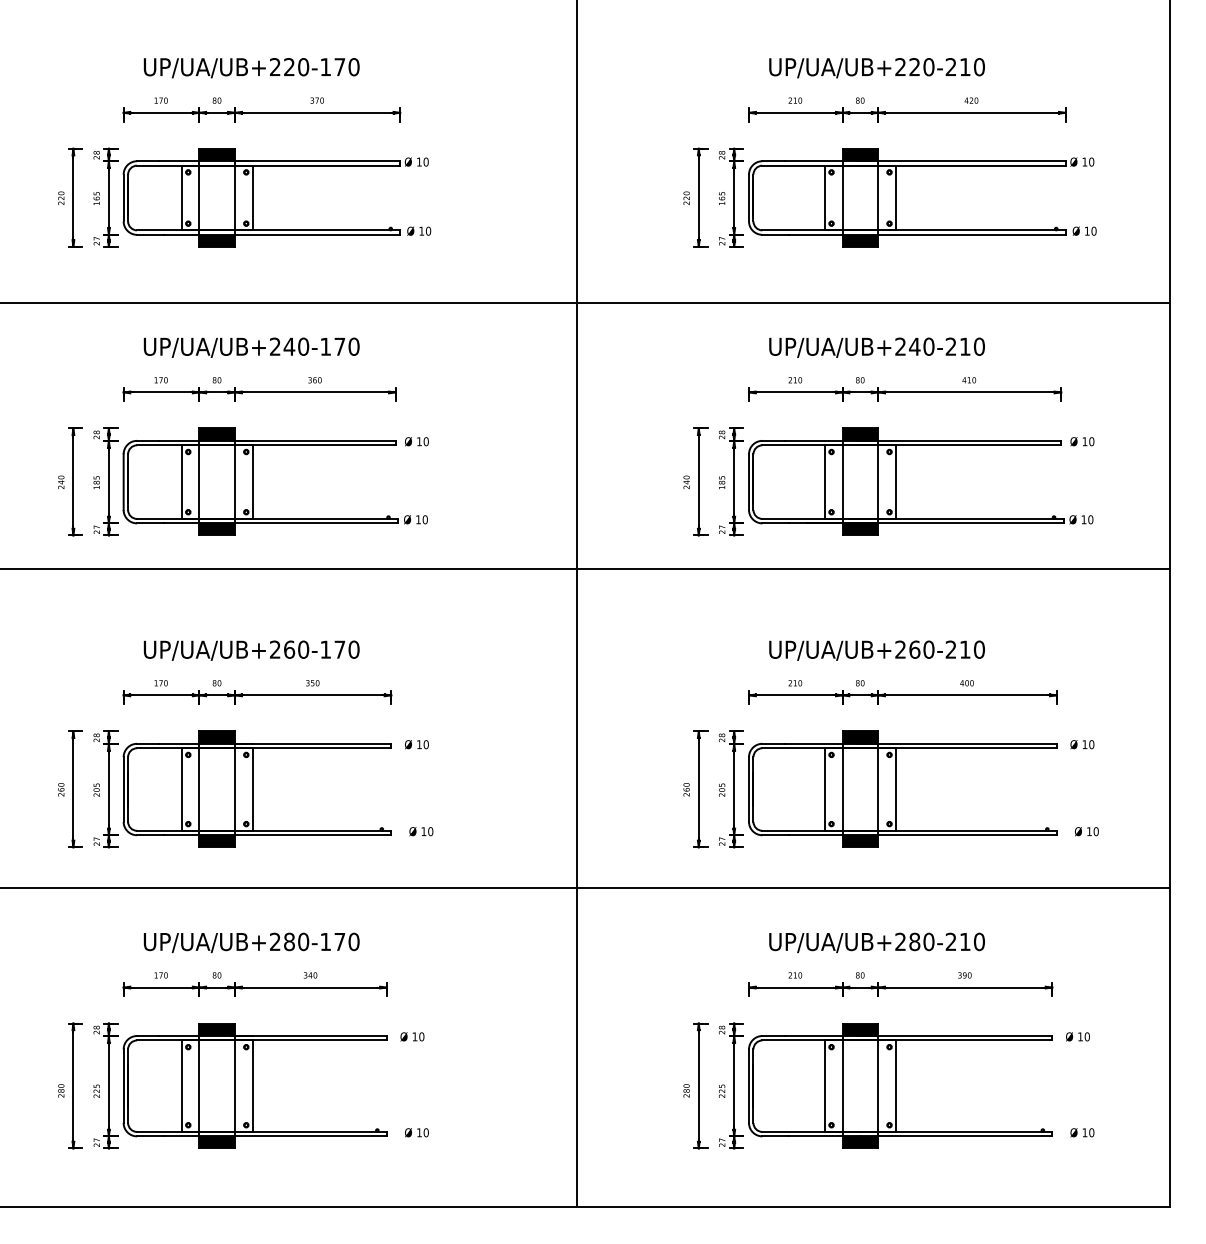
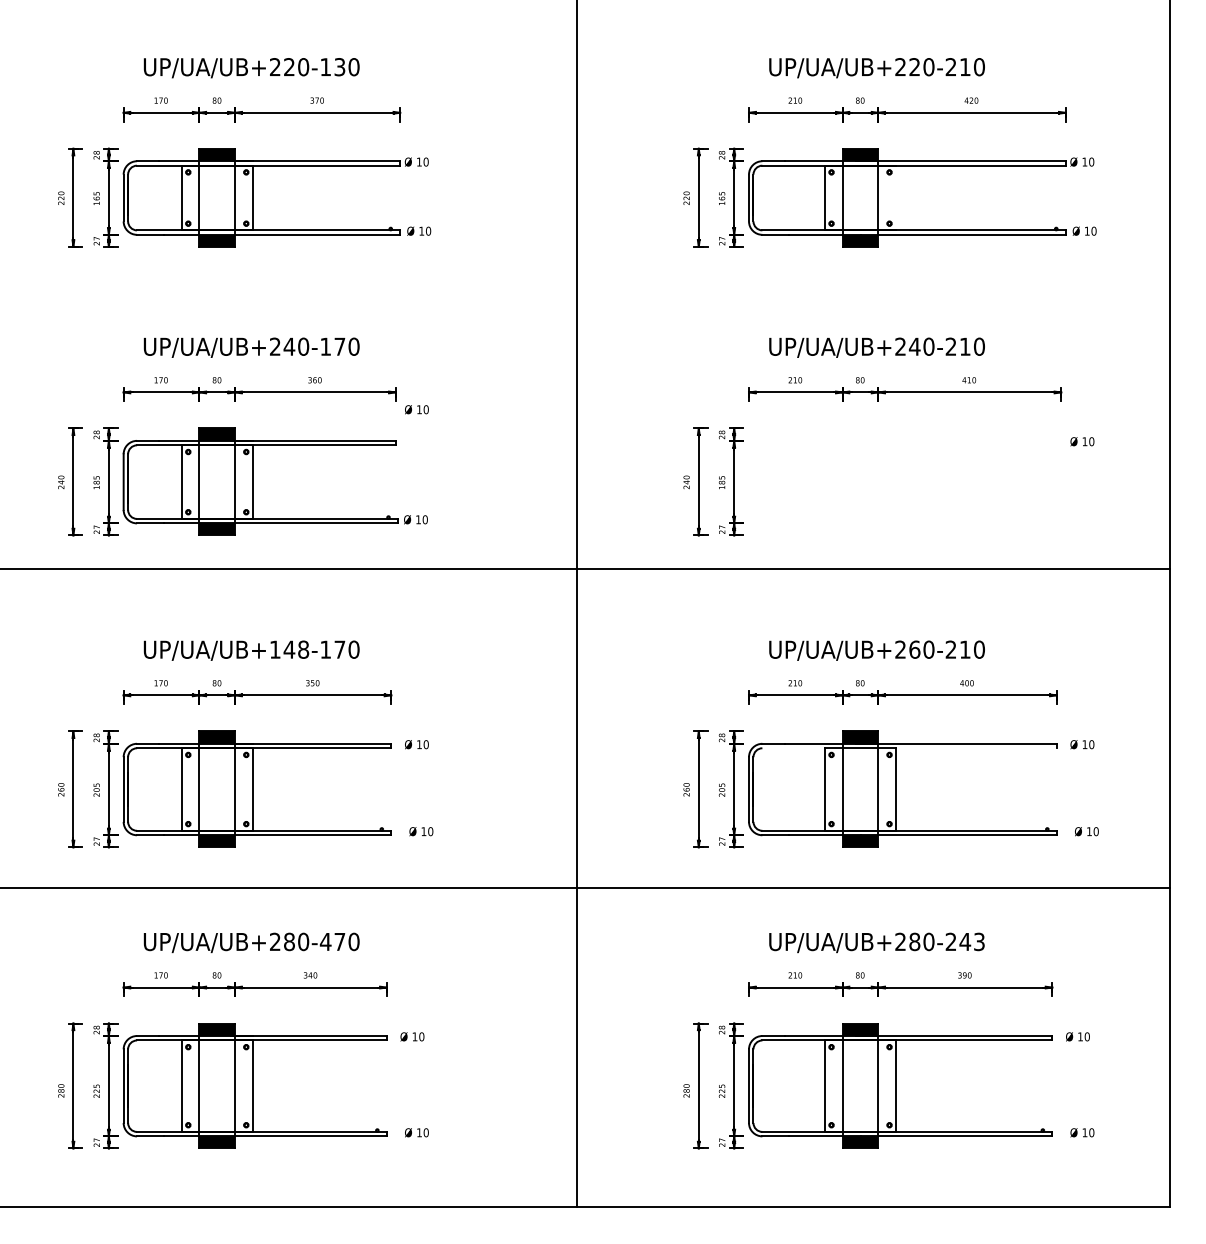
text at (339, 67): UP/UA/UB+220-170 -> UP/UA/UB+220-130
line at (896, 197): present -> none
line at (586, 303): present -> none
text at (416, 441) position: (416, 441) -> (416, 409)
part at (896, 481): present -> none
text at (289, 649): UP/UA/UB+260-170 -> UP/UA/UB+148-170
line at (909, 748): present -> none
text at (325, 941): UP/UA/UB+280-170 -> UP/UA/UB+280-470
text at (971, 941): UP/UA/UB+280-210 -> UP/UA/UB+280-243
